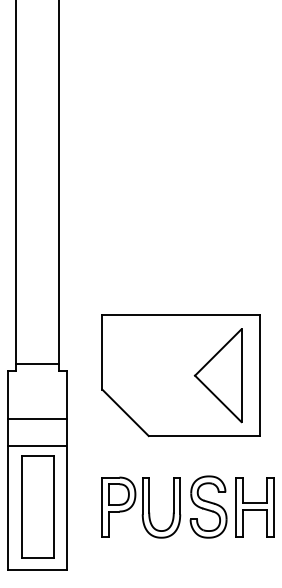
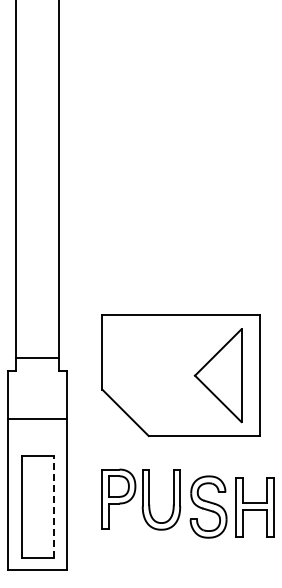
line at (37, 363) position: (37, 363) -> (37, 357)
line at (37, 445): present -> none
line at (54, 507): solid -> dashed
part at (141, 507) position: (141, 507) -> (141, 499)
